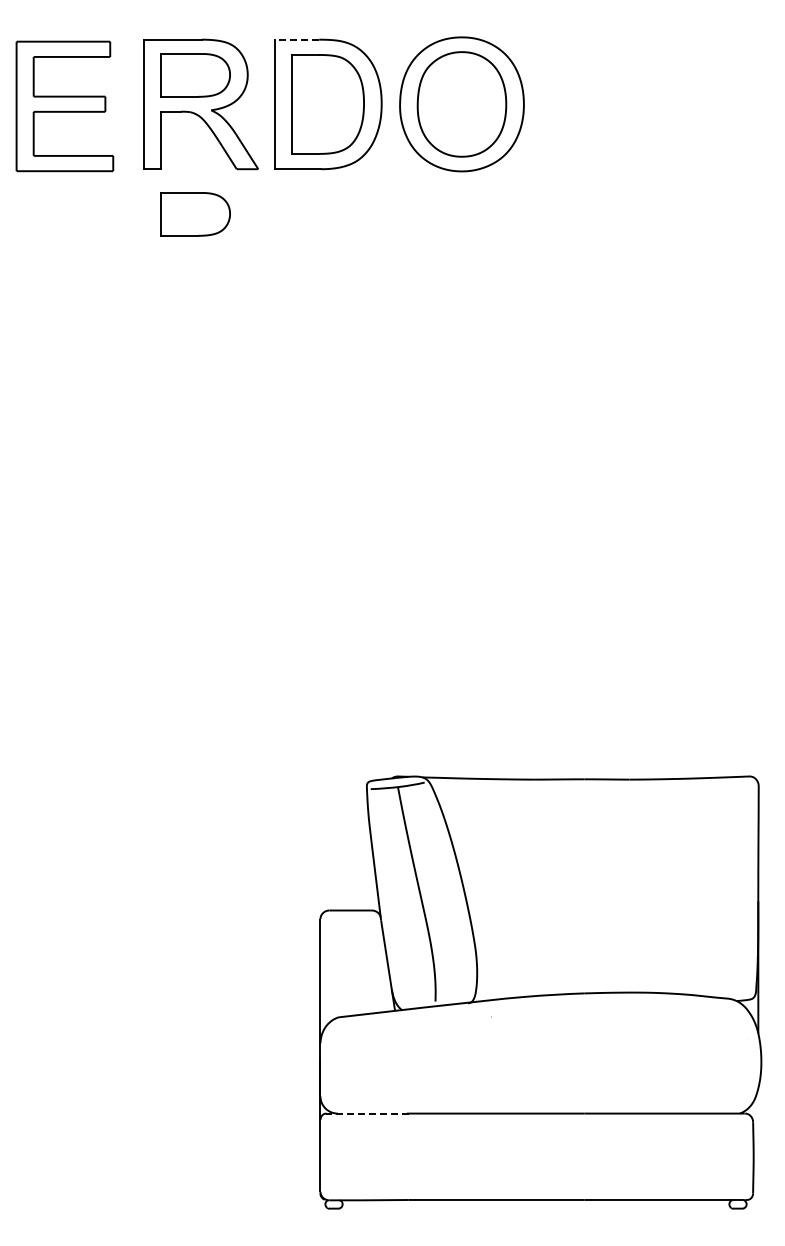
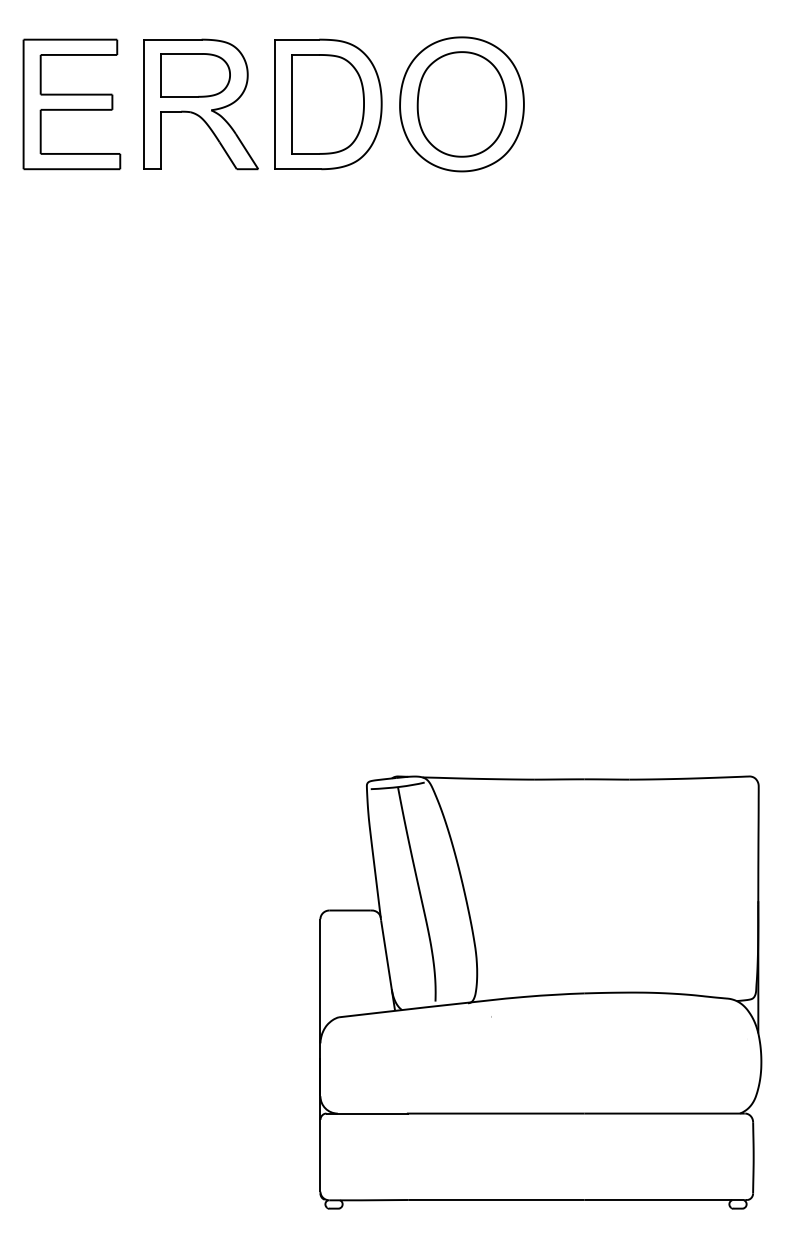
line at (296, 39): dashed -> solid
part at (64, 106) position: (64, 106) -> (71, 104)
part at (195, 214): present -> none
line at (367, 1113): dashed -> solid
